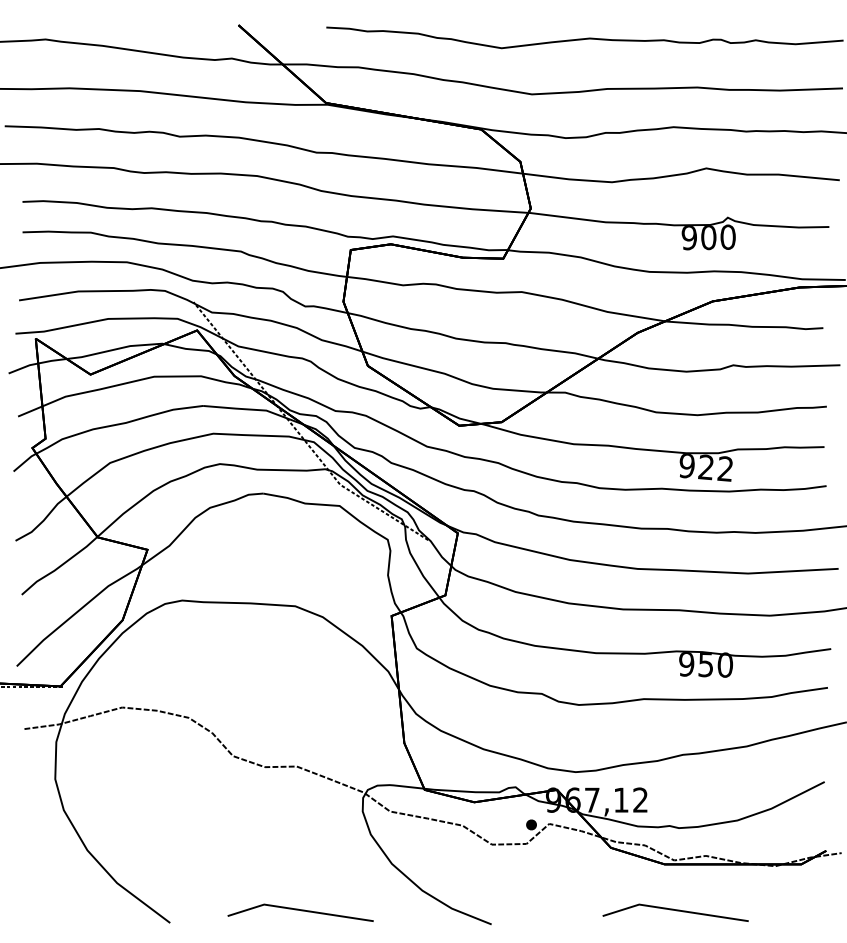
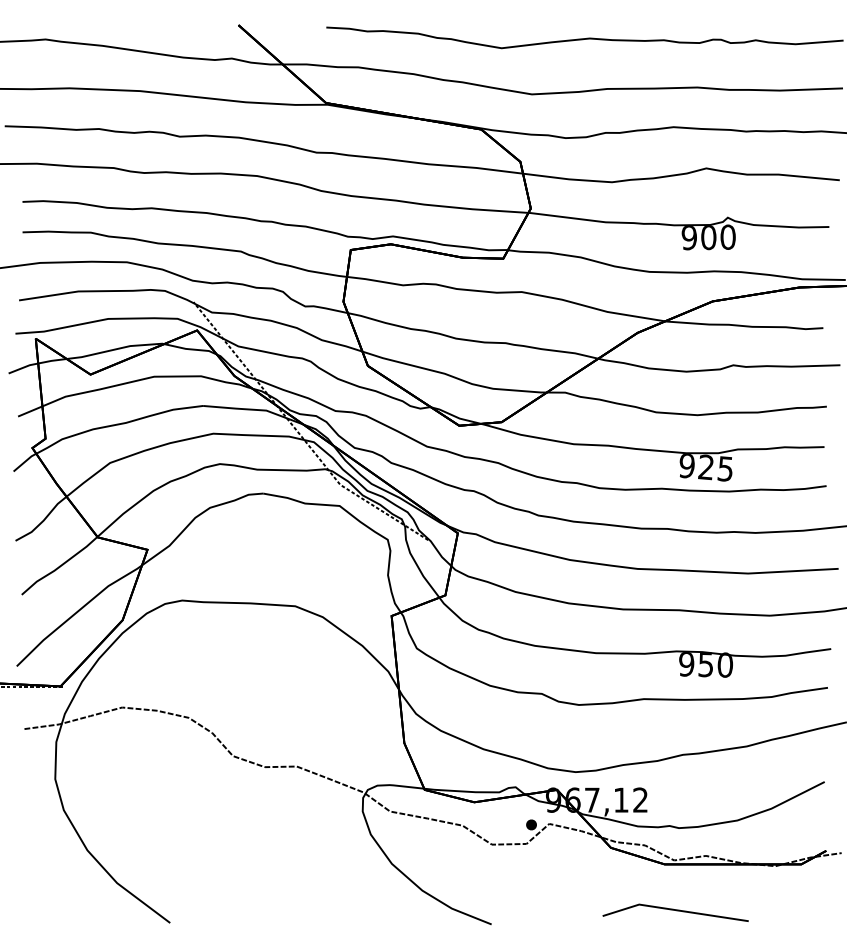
text at (724, 468): 922 -> 925
line at (301, 911): present -> none
